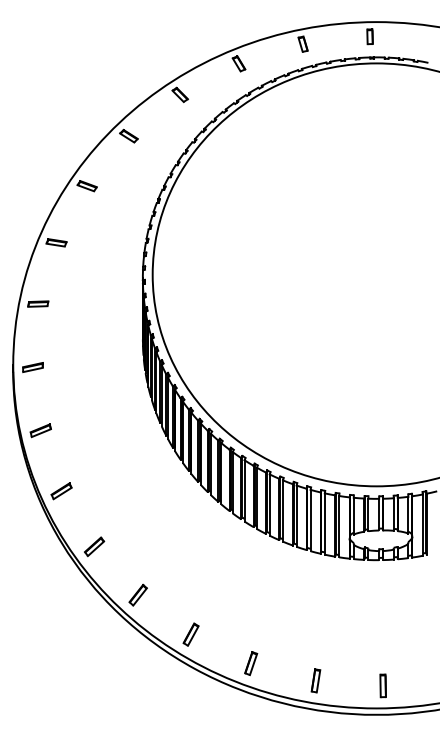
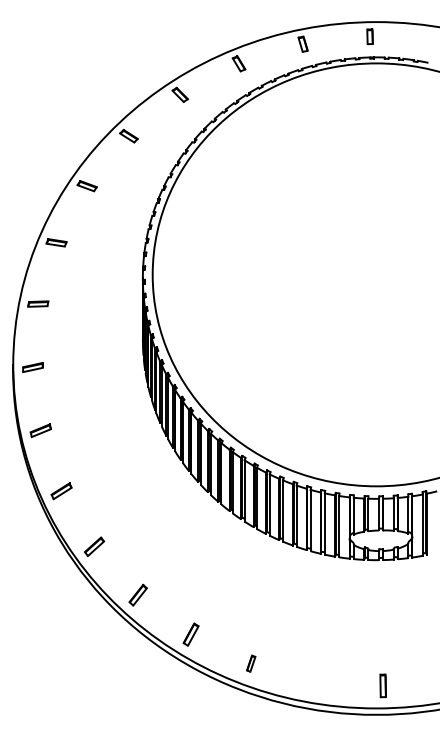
part at (251, 663) size: 15x26 px -> 11x19 px
part at (315, 680): present -> none
